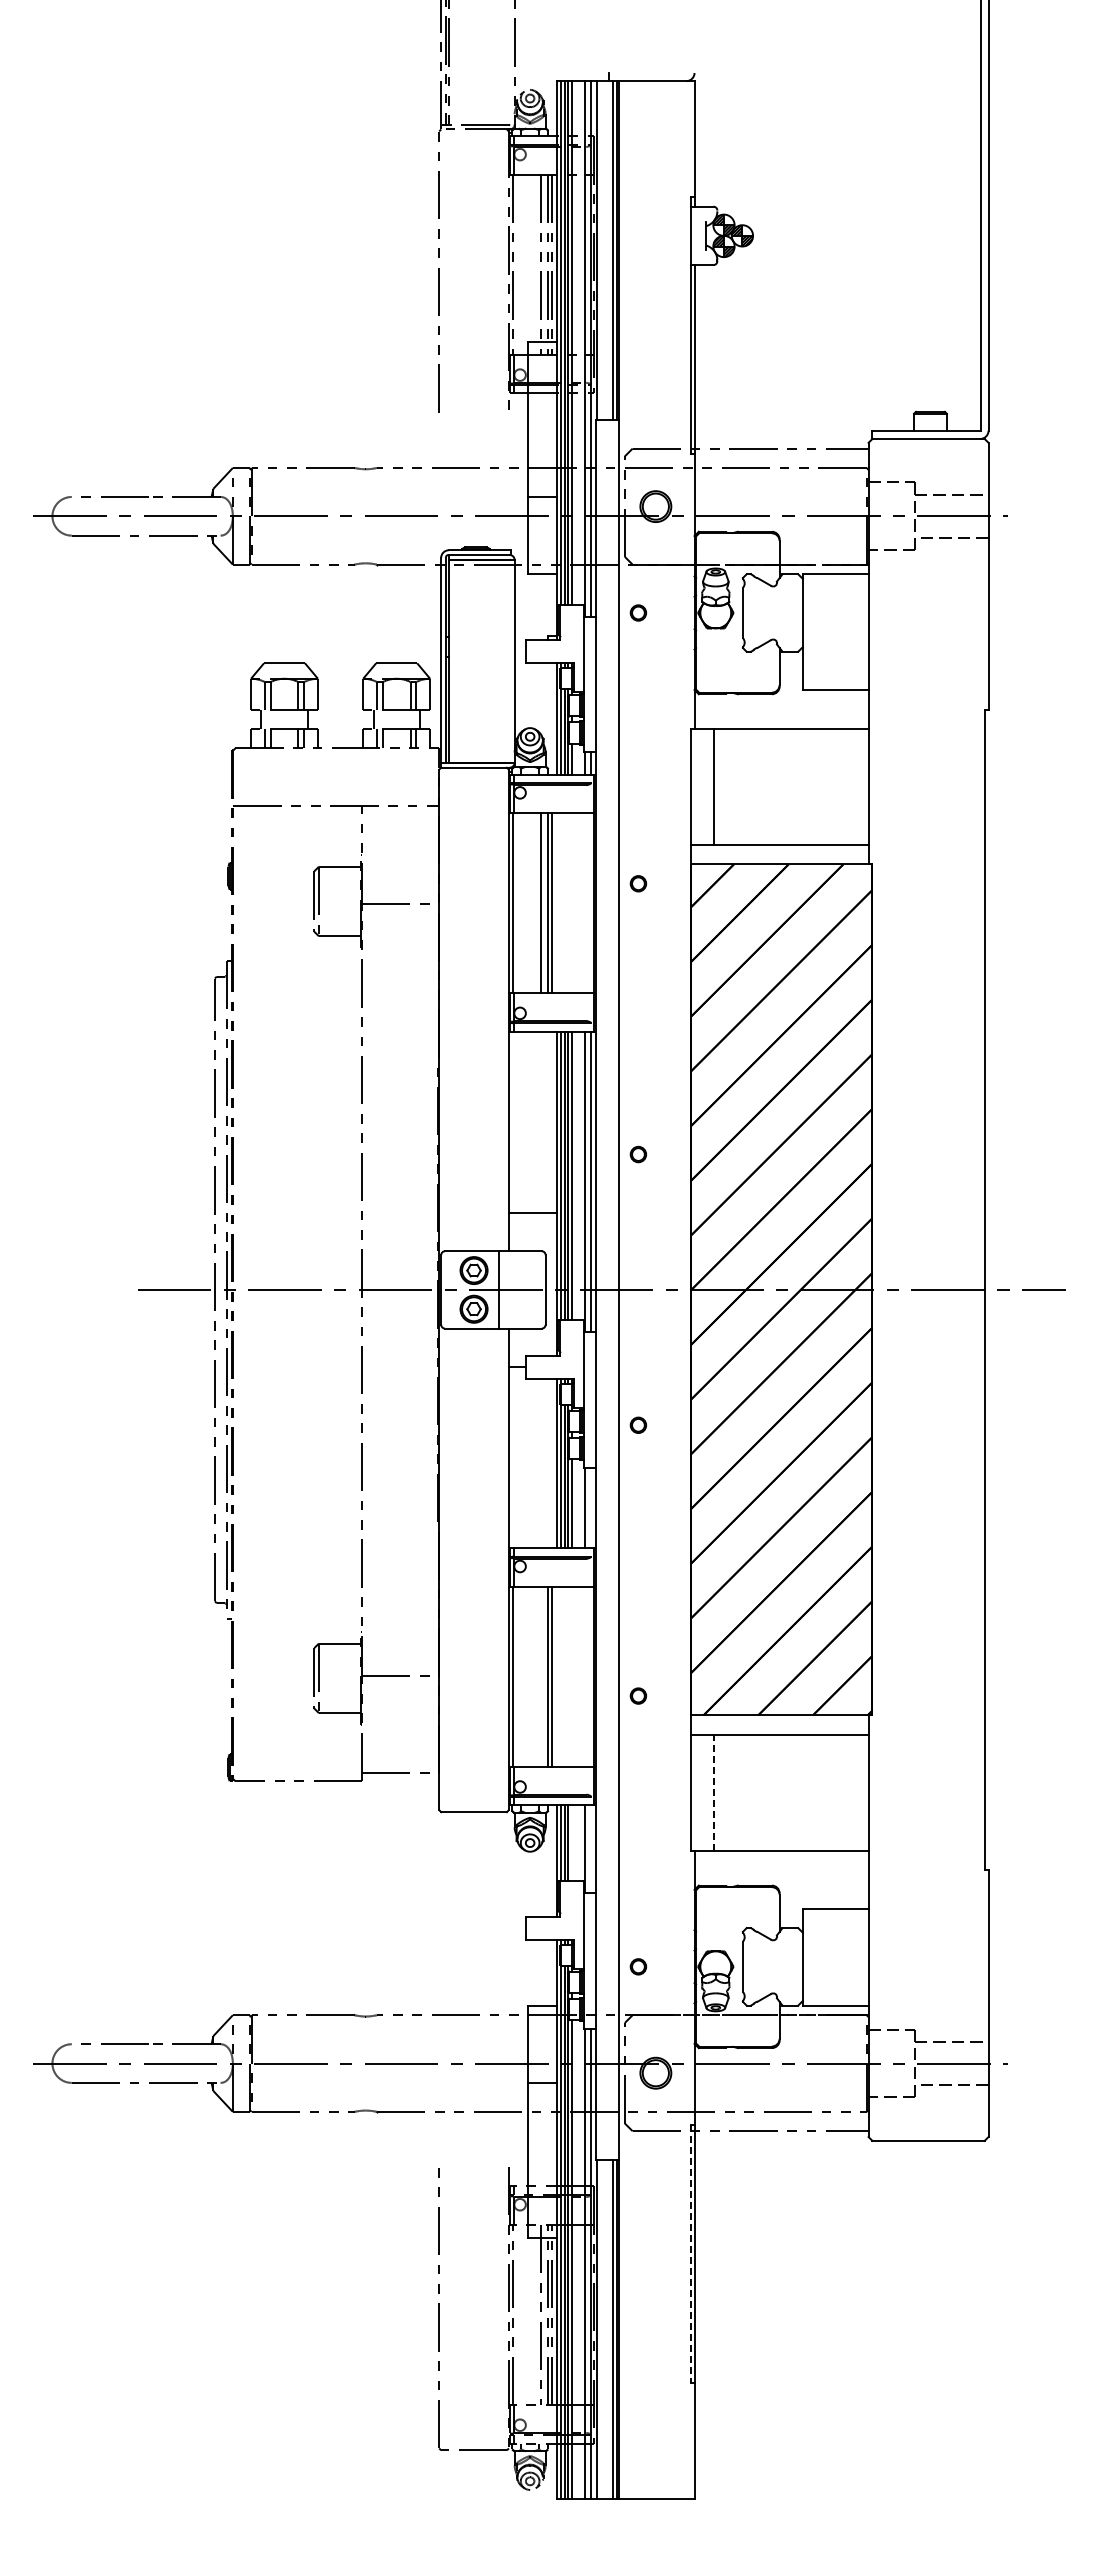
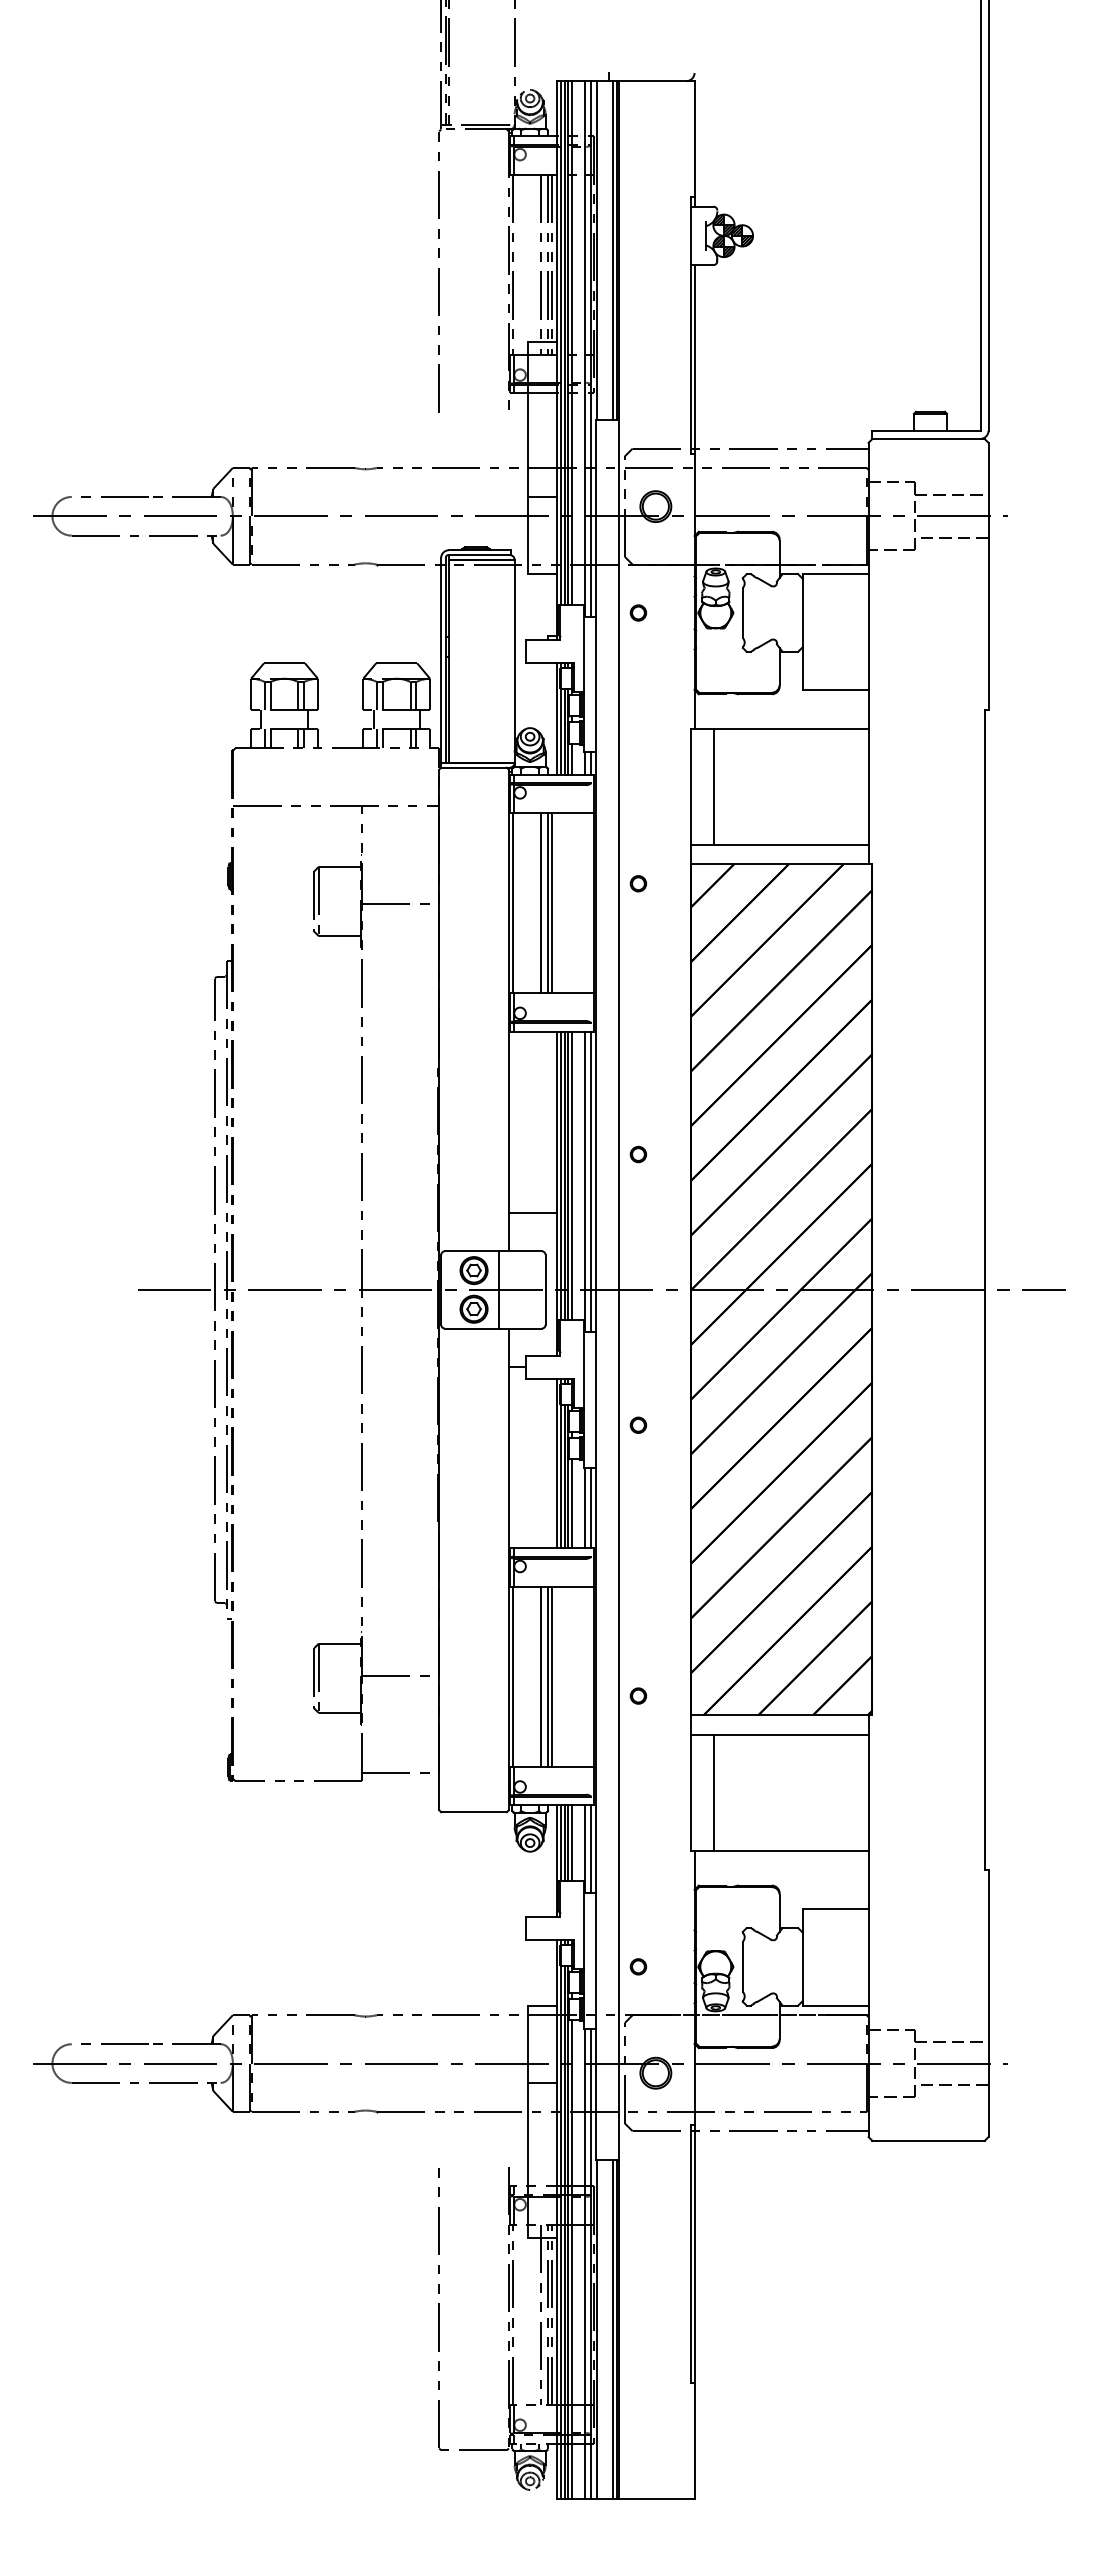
line at (591, 1507): none -> present
line at (540, 1676): none -> present
line at (713, 1792): dashed -> solid
line at (572, 1842): none -> present
line at (591, 1849): none -> present
line at (690, 2254): dashed -> solid
